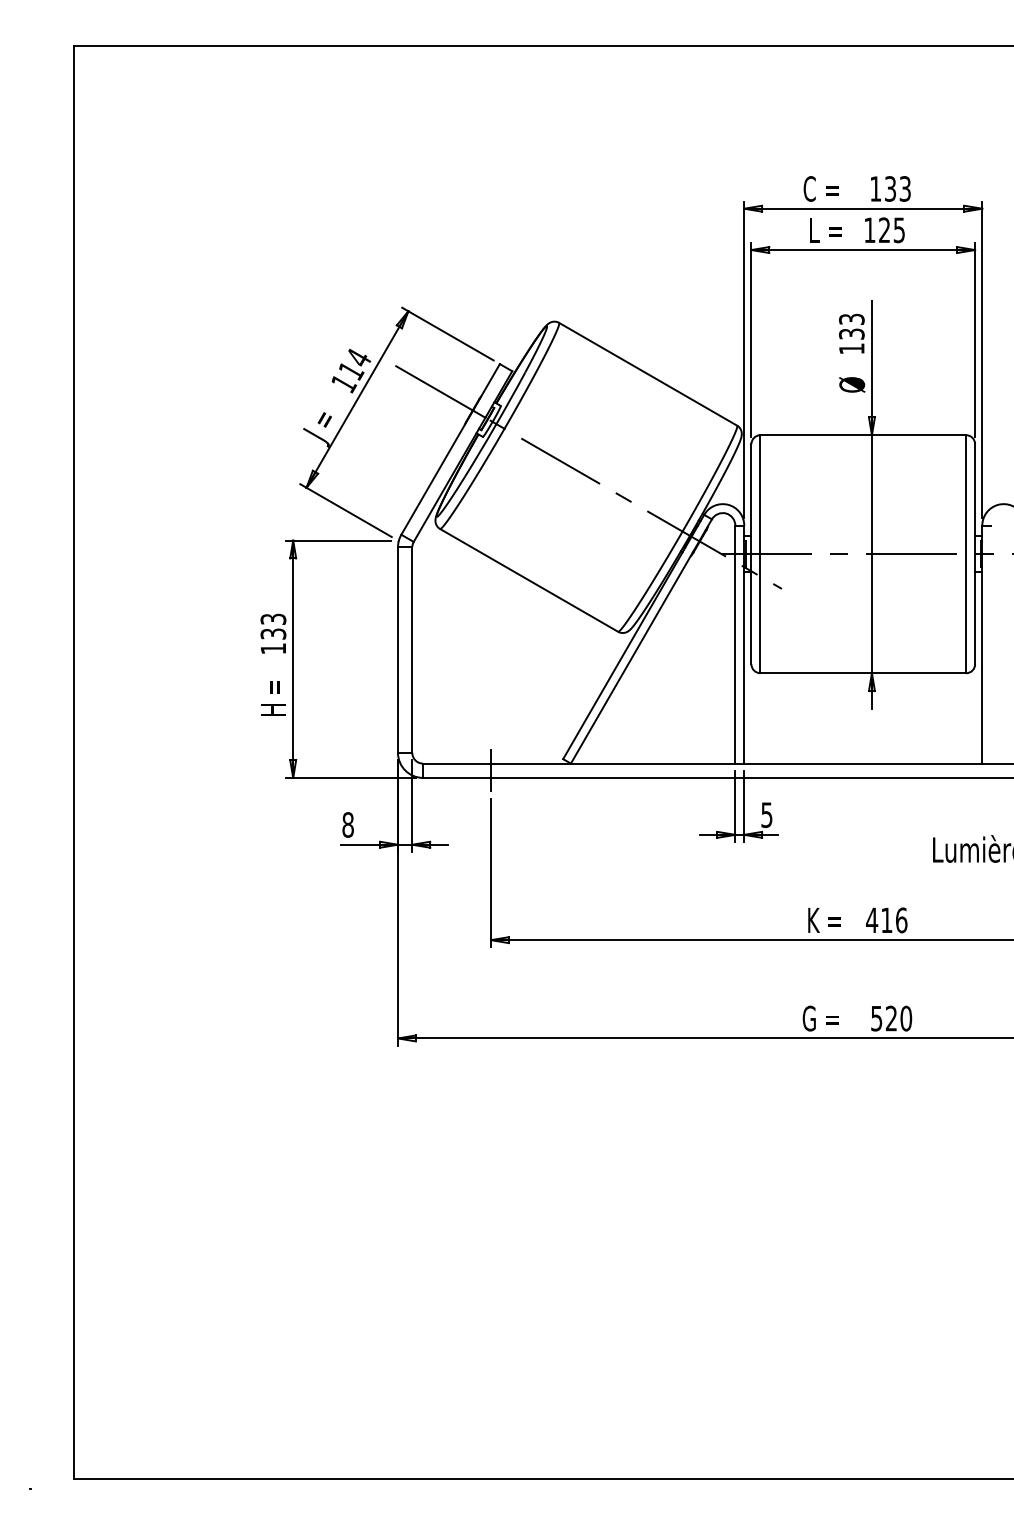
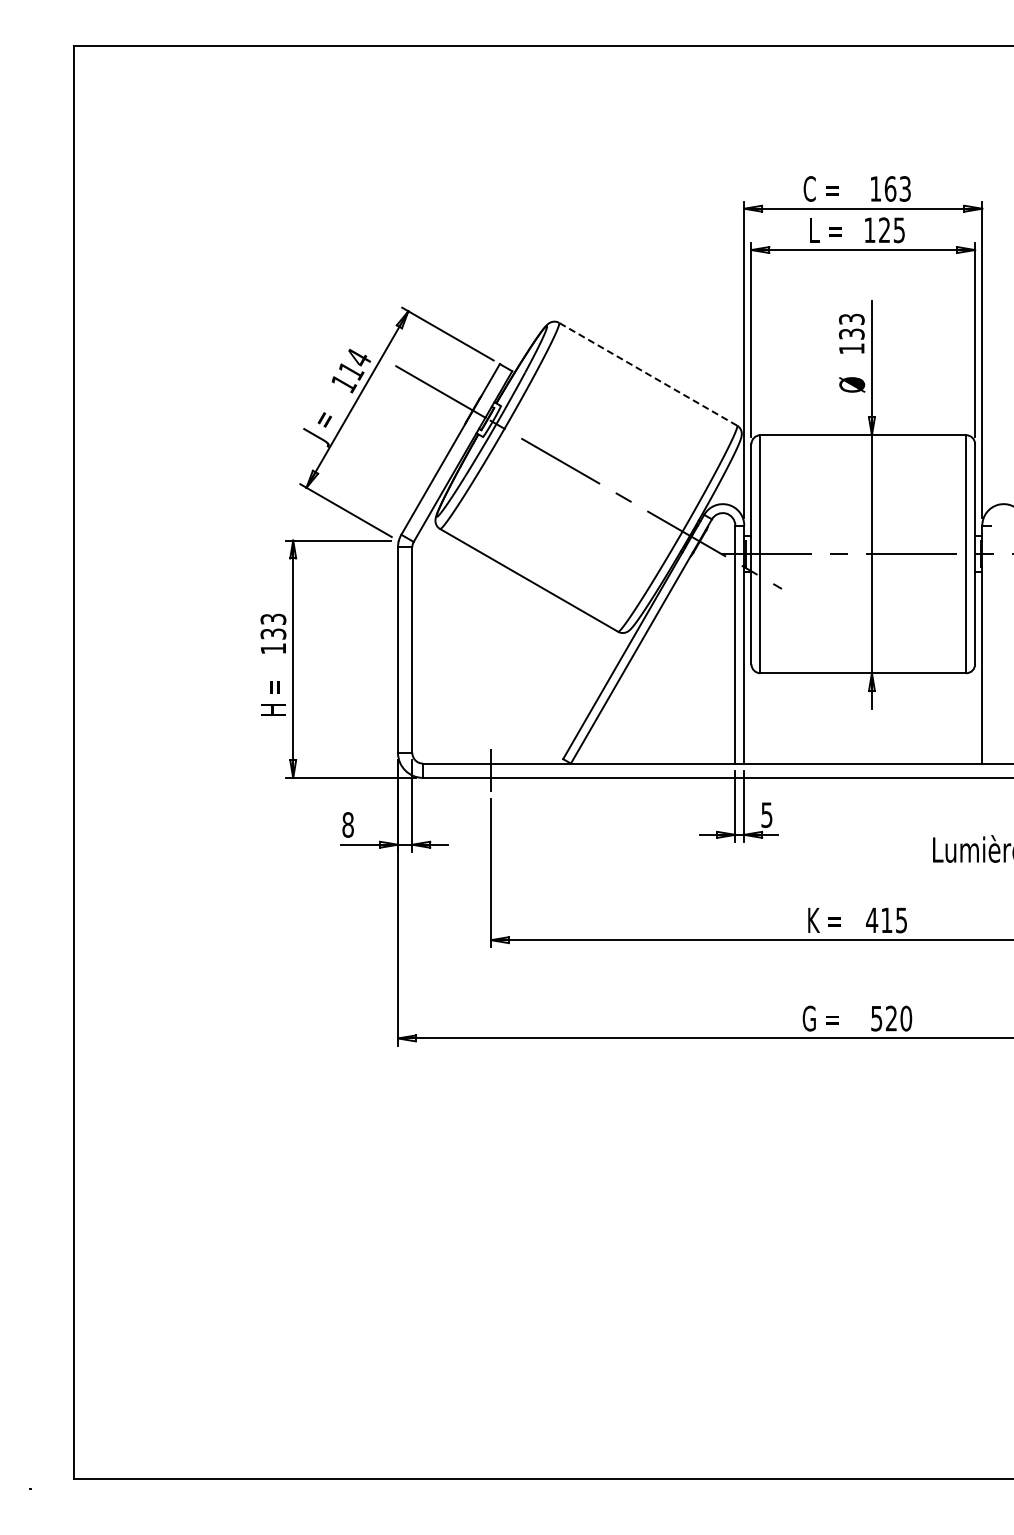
text at (890, 188): 133 -> 163
line at (648, 374): solid -> dashed
text at (901, 920): 416 -> 415
